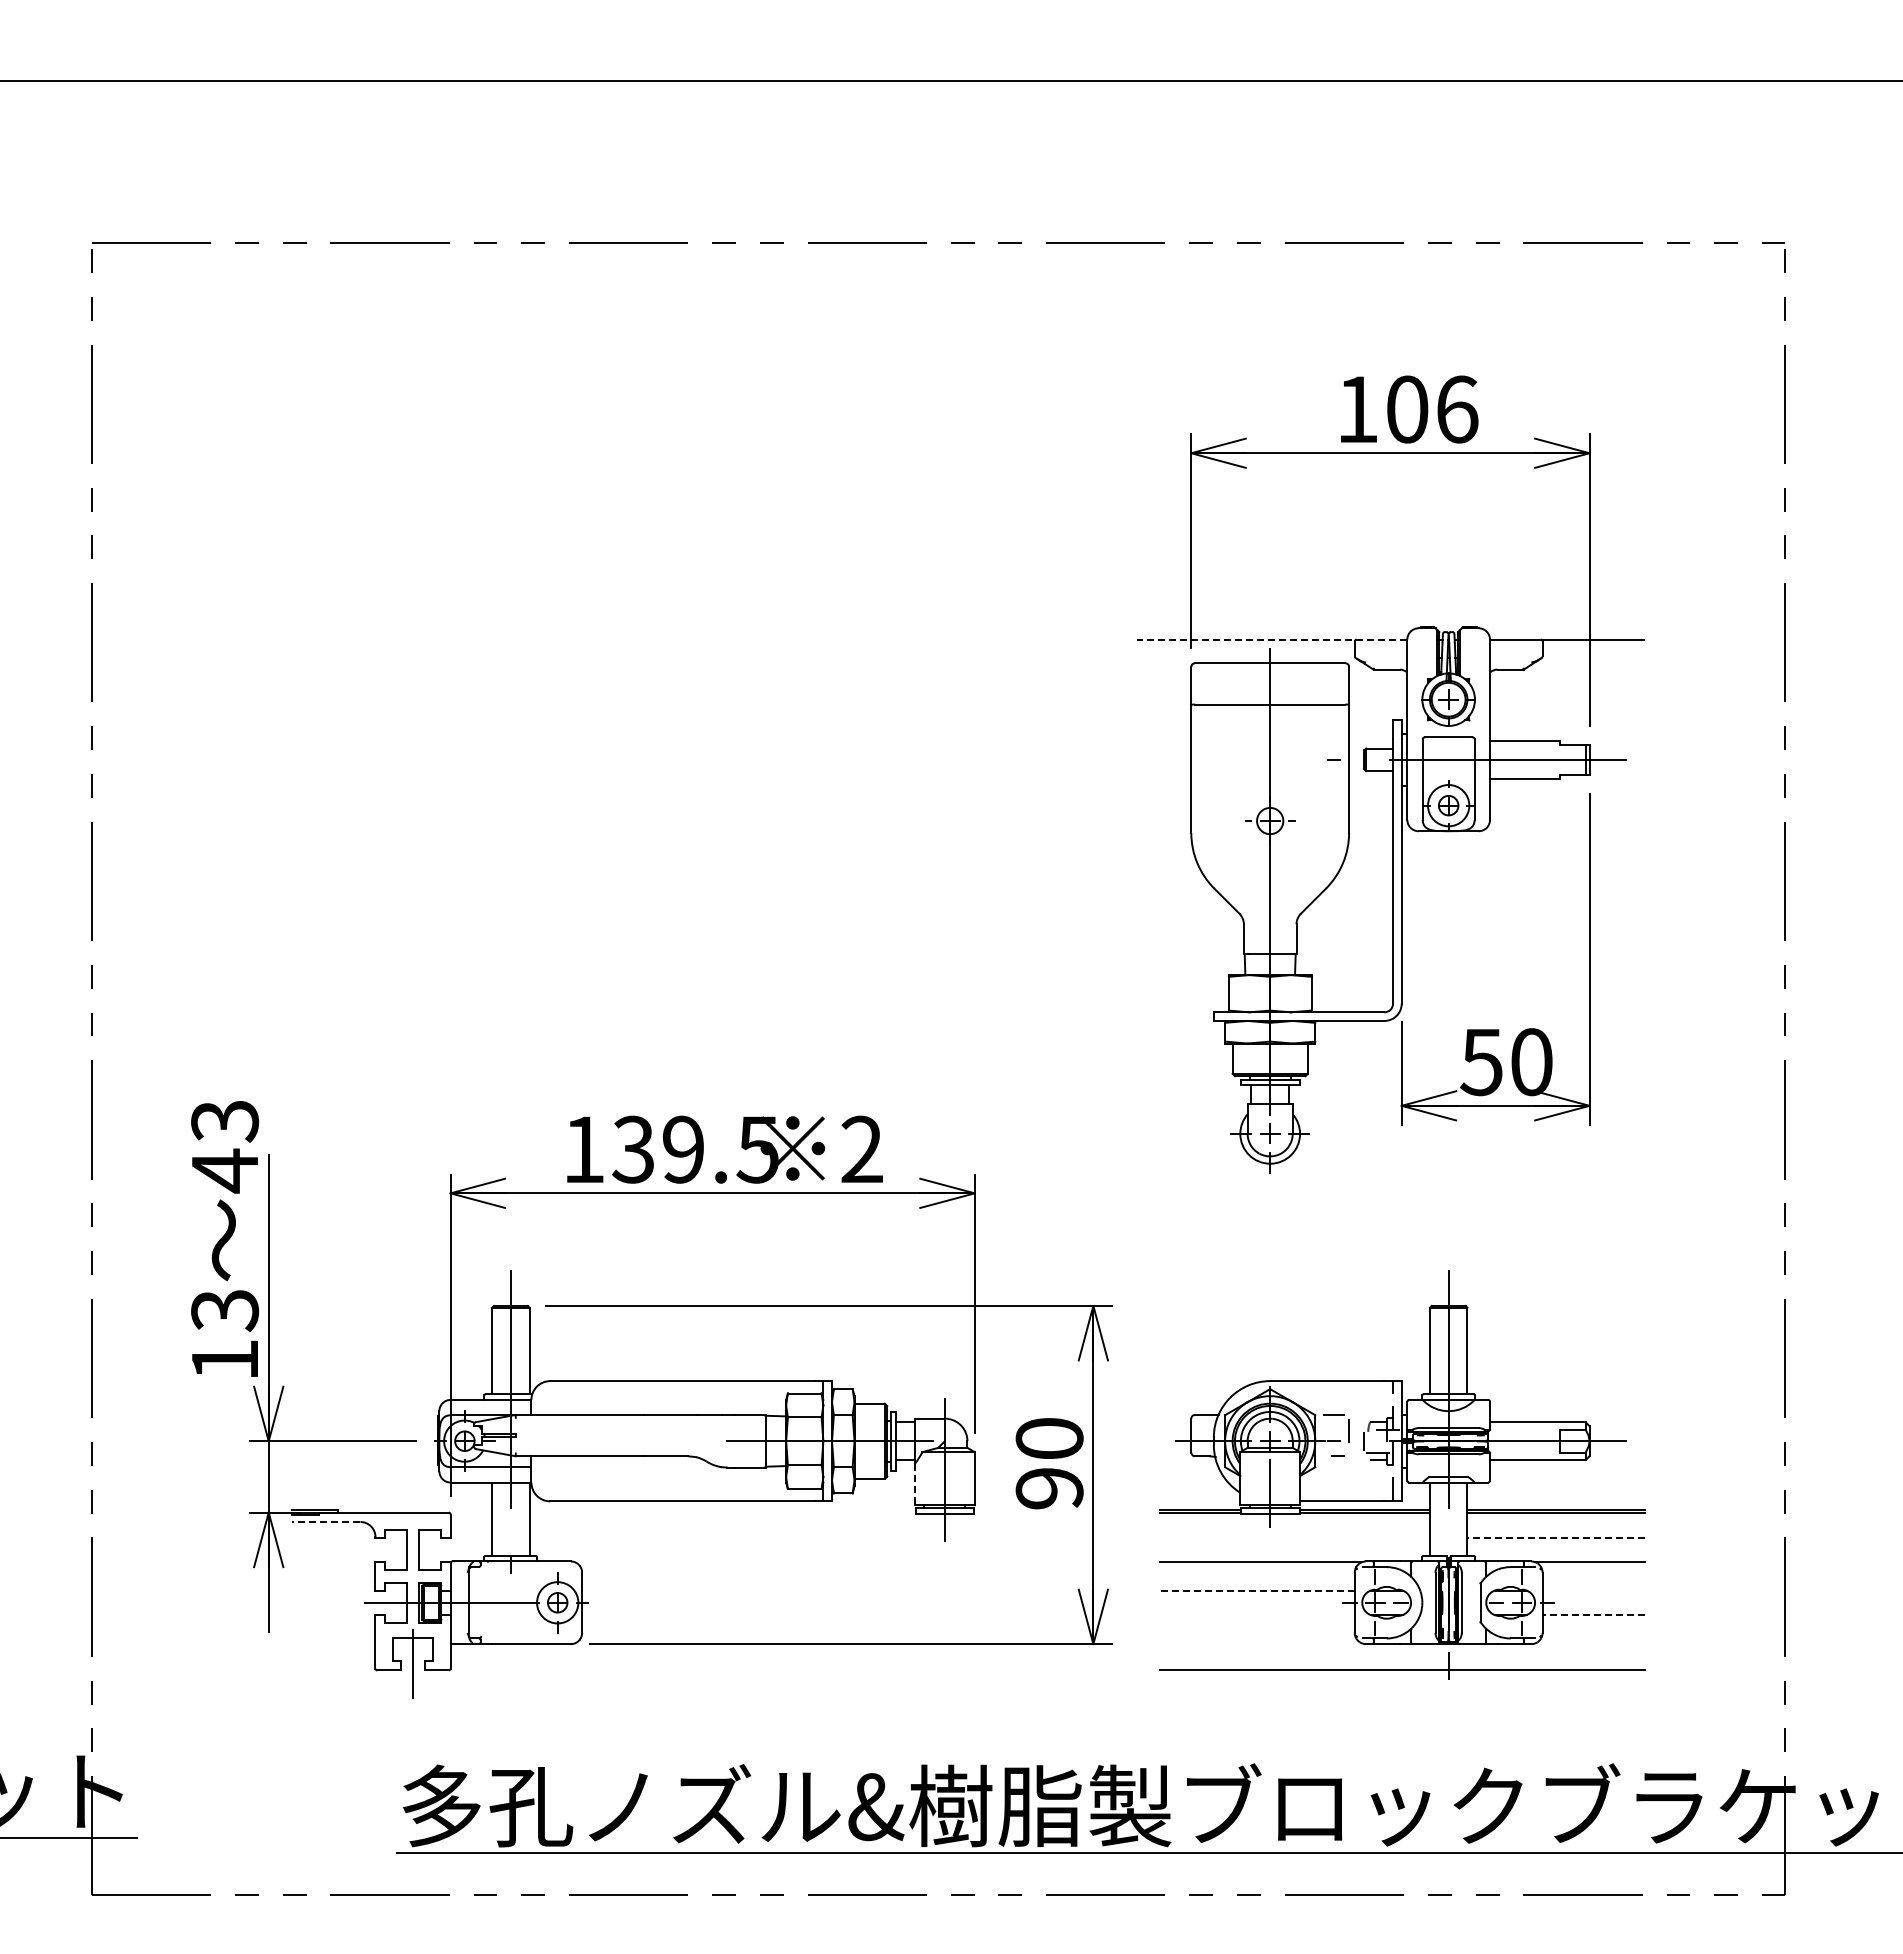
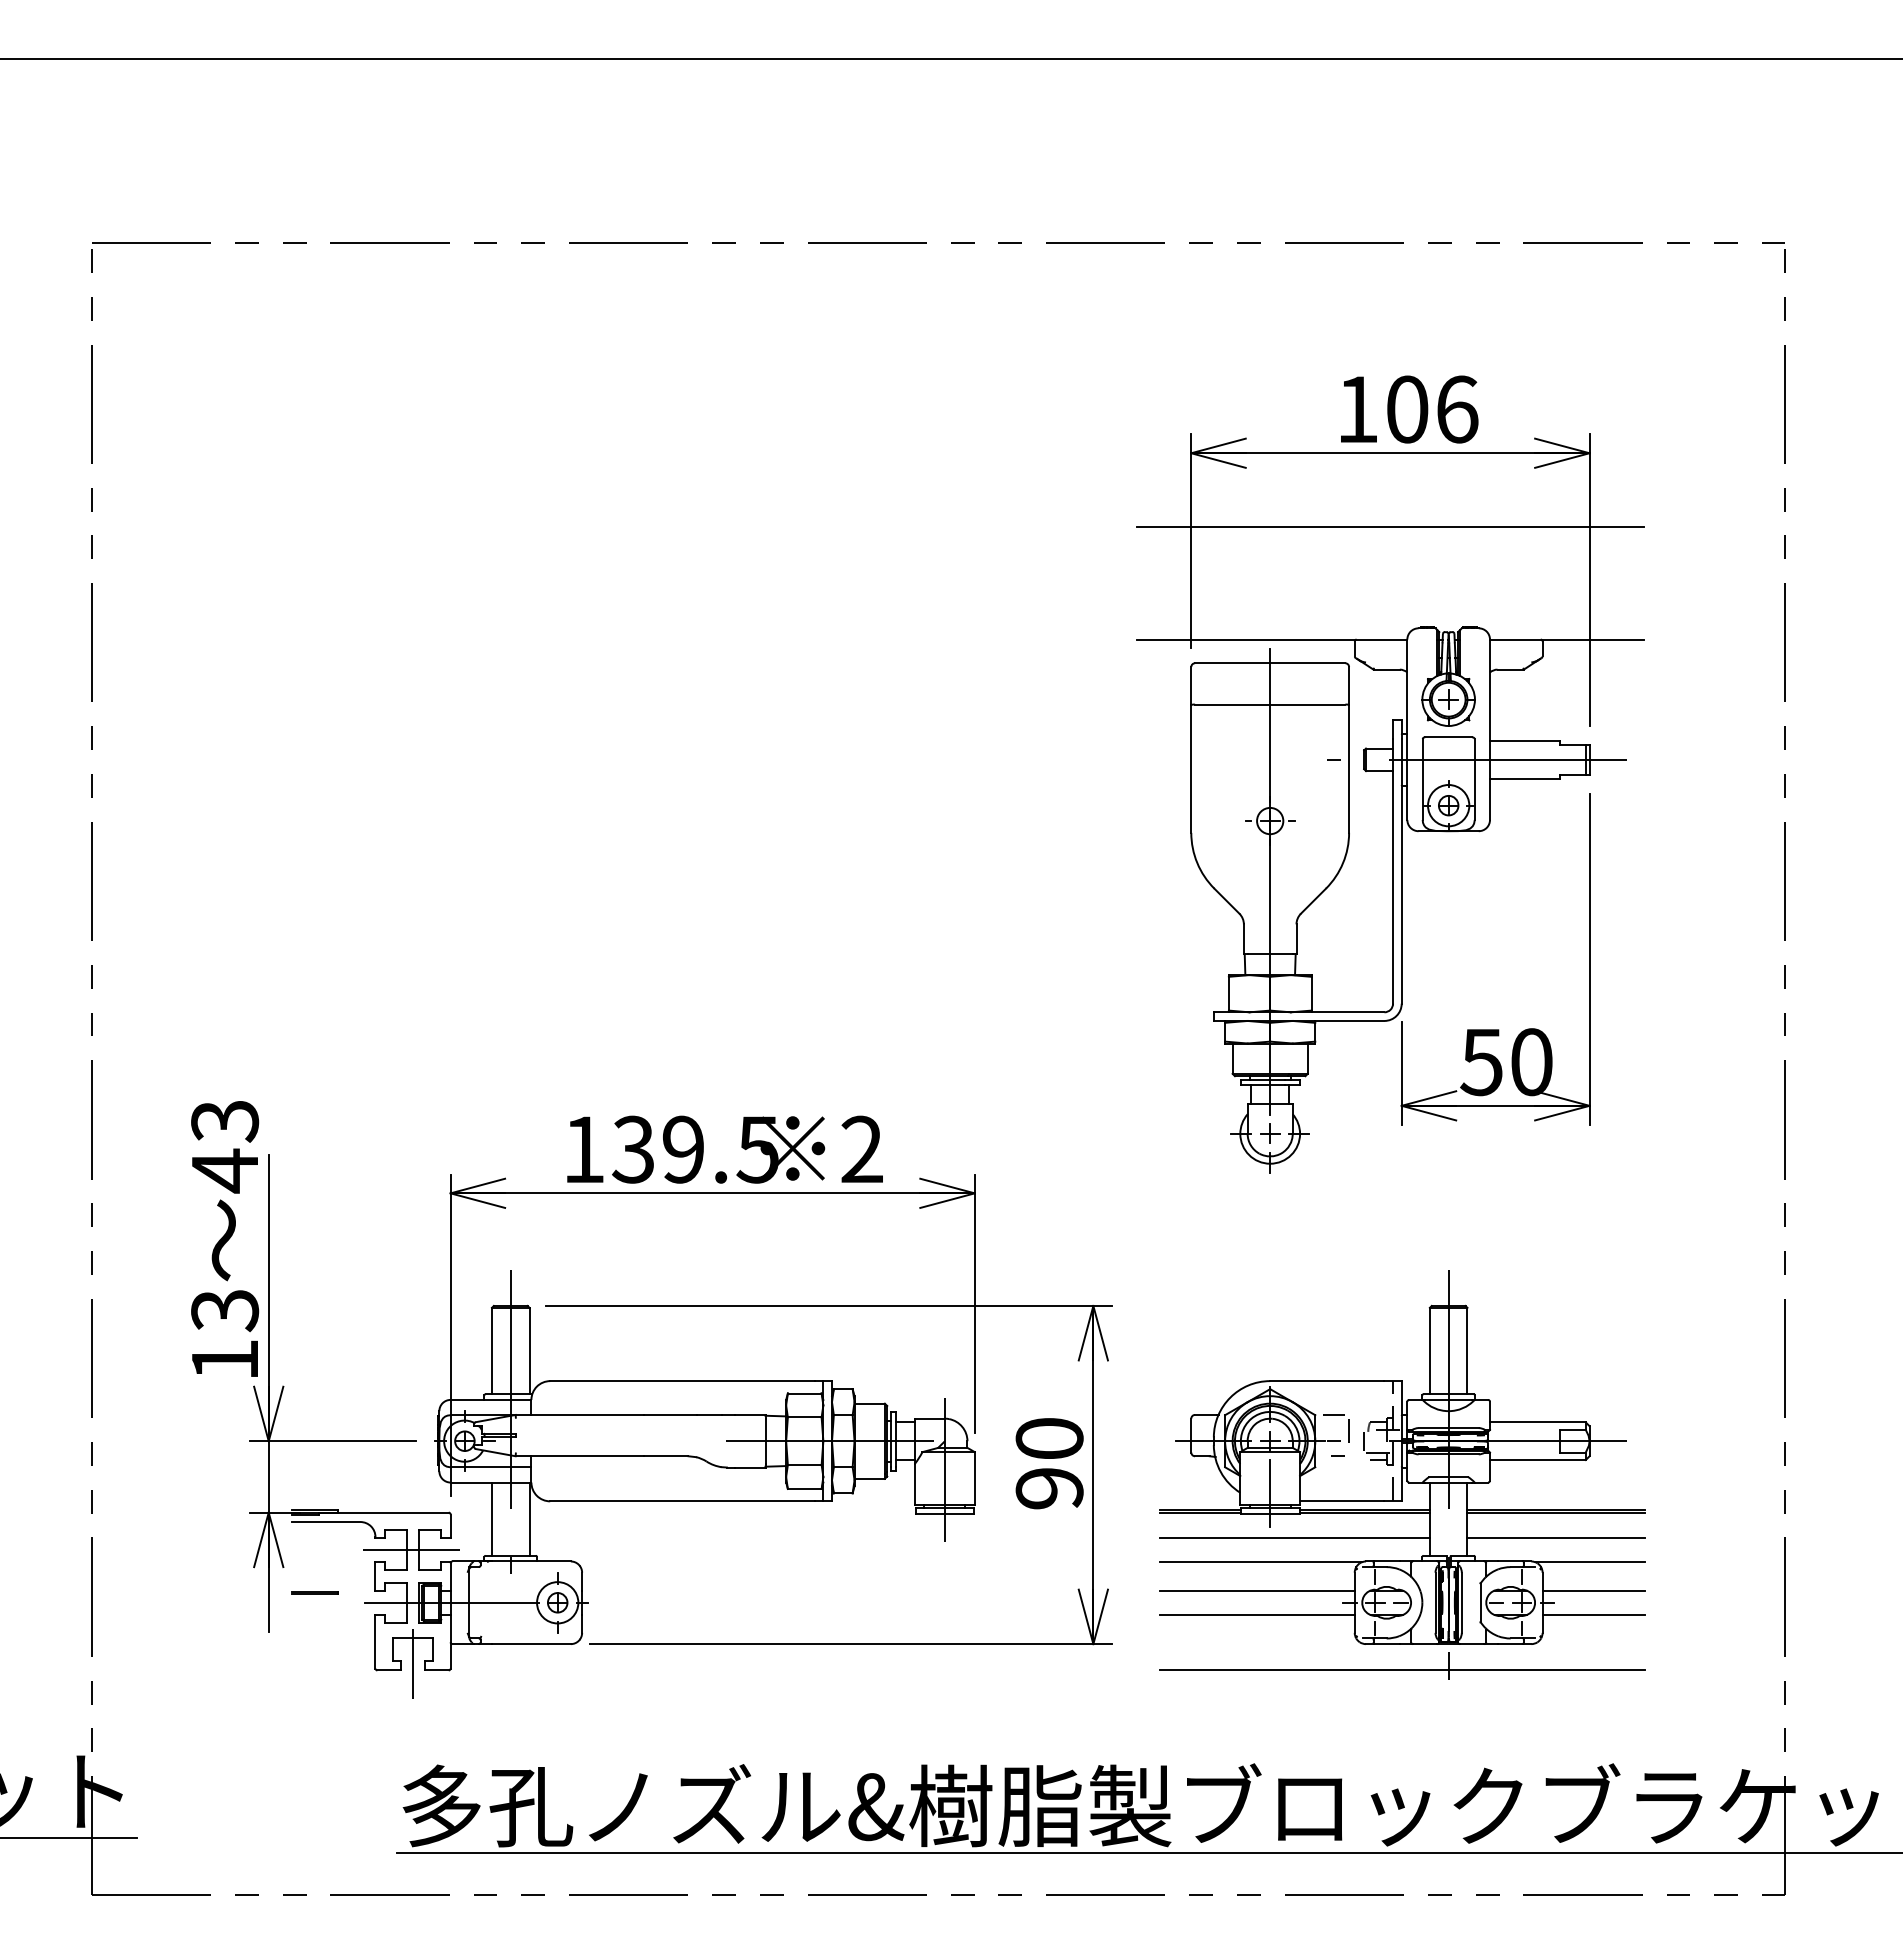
line at (950, 80) position: (950, 80) -> (950, 58)
line at (1390, 526): none -> present
line at (1272, 639): dashed -> solid
line at (915, 1484): dashed -> solid
line at (325, 1522): dashed -> solid
line at (1294, 1537): none -> present
line at (1556, 1537): dashed -> solid
line at (410, 1550): none -> present
line at (1257, 1590): dashed -> solid
line at (1593, 1590): none -> present
line at (314, 1592): none -> present
line at (1256, 1615): none -> present
line at (1593, 1615): dashed -> solid
